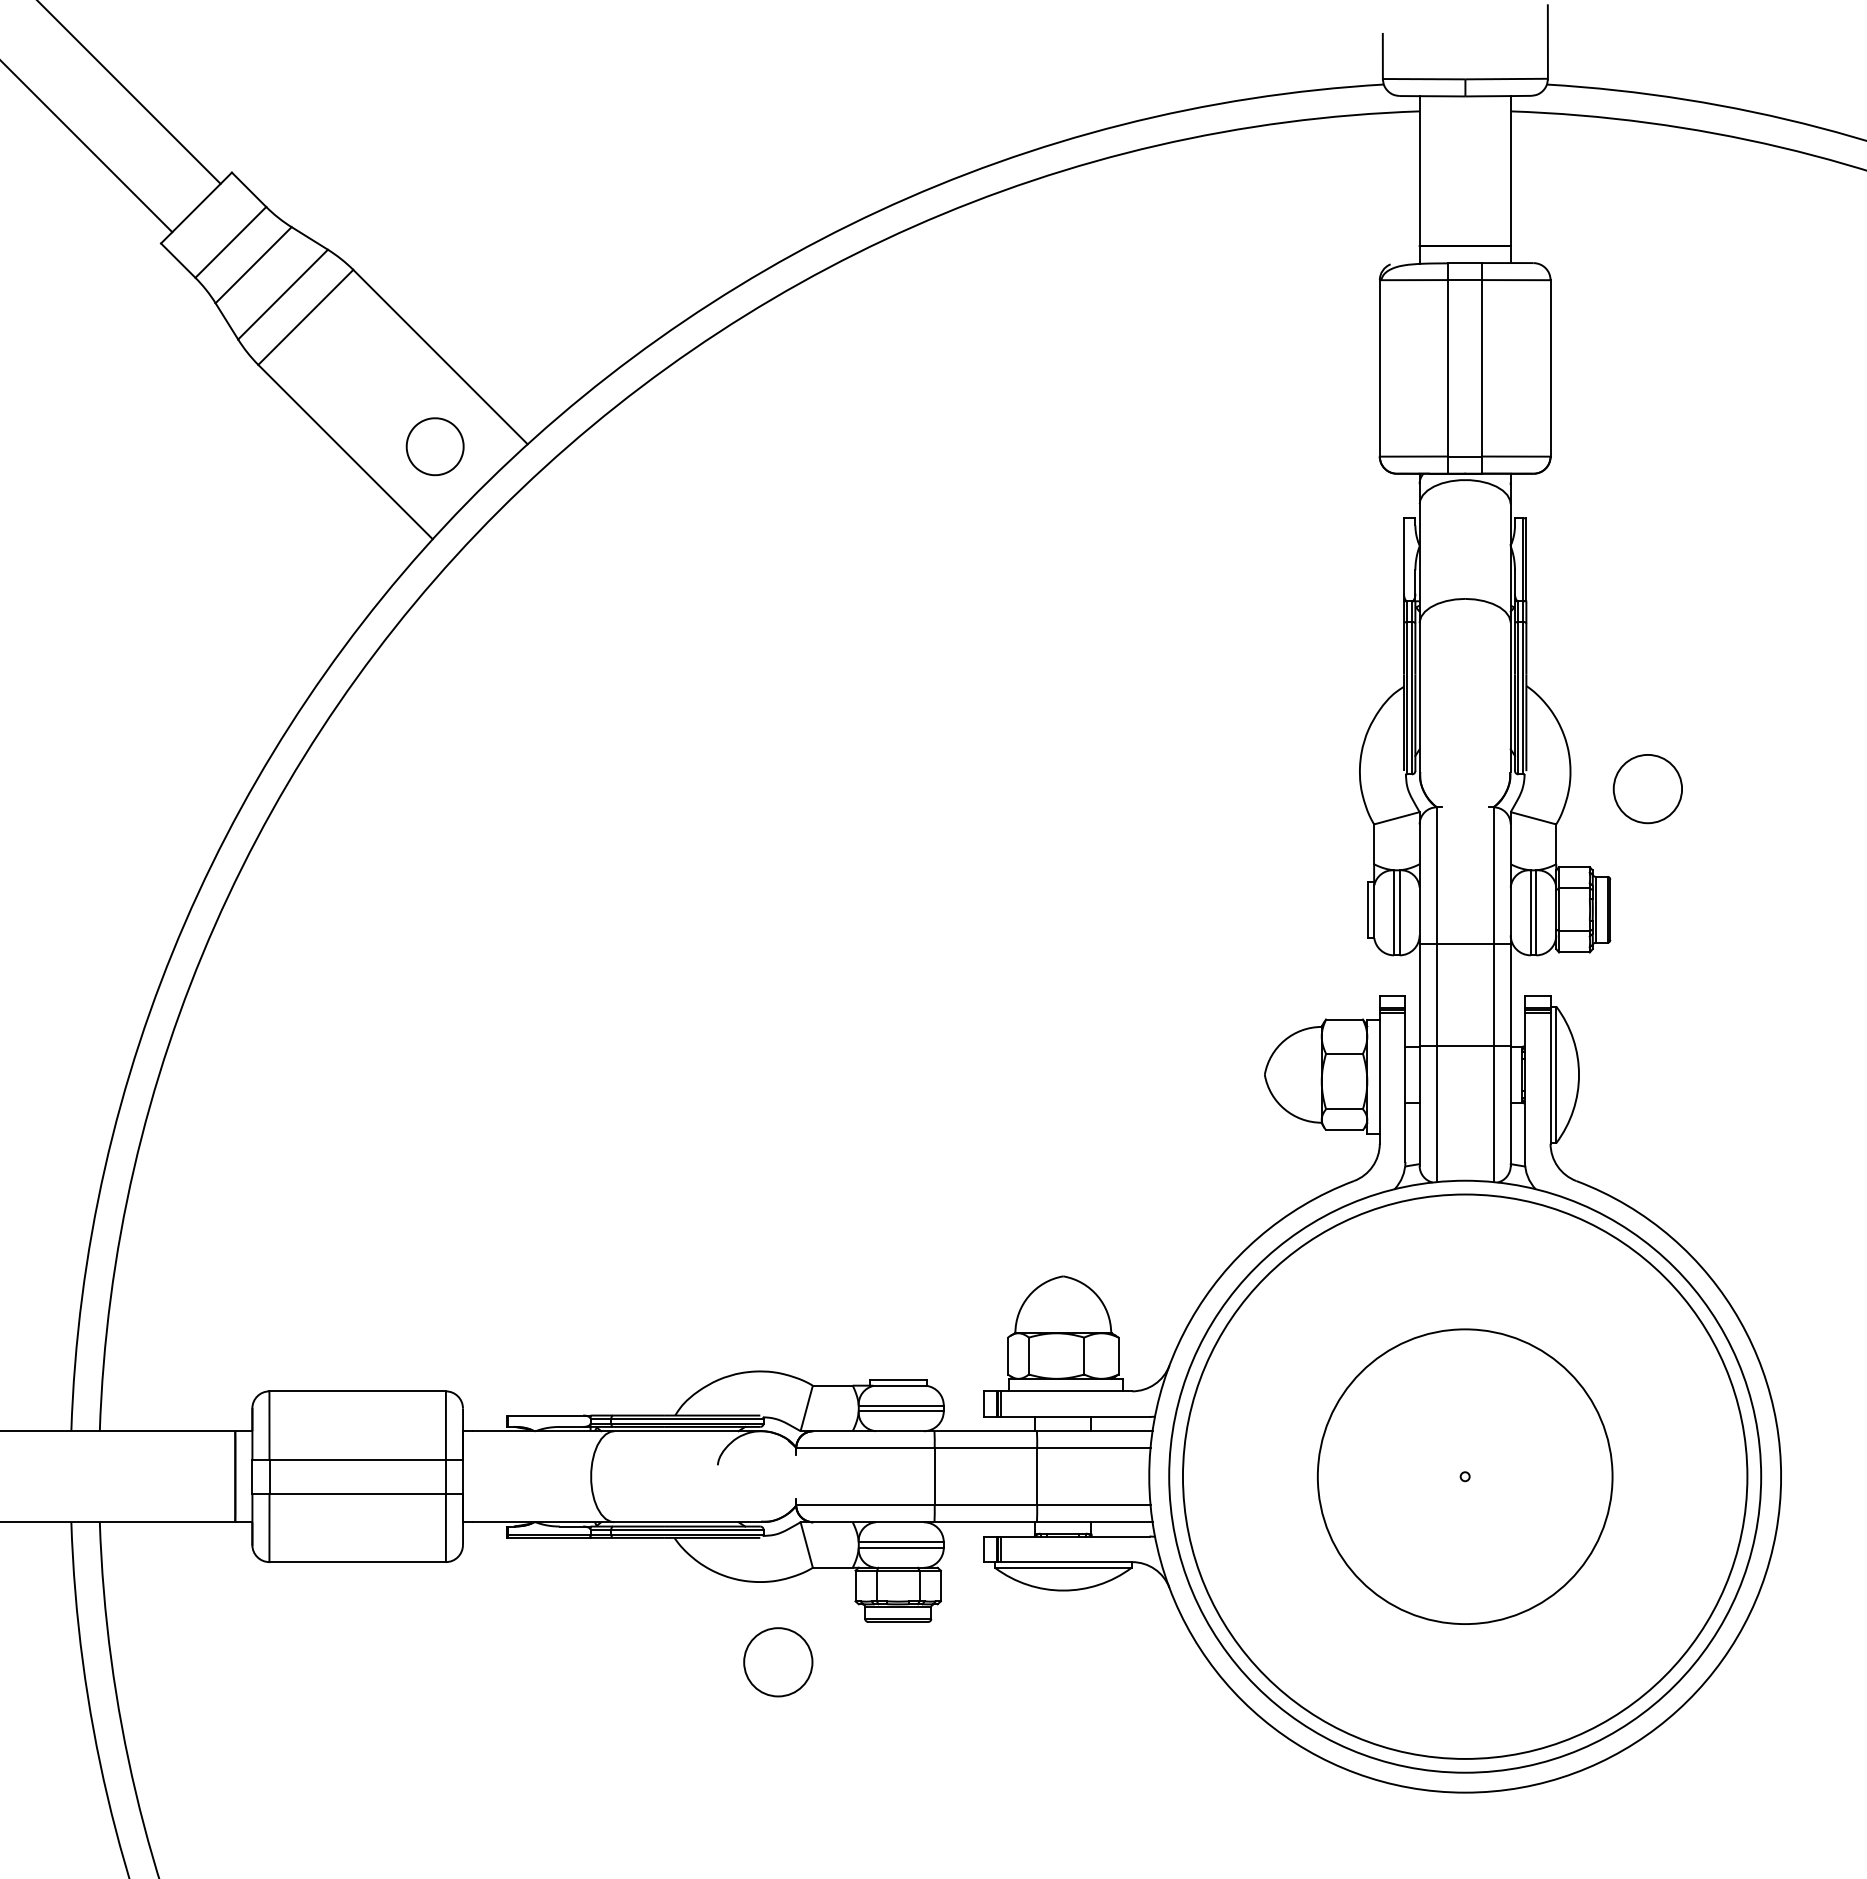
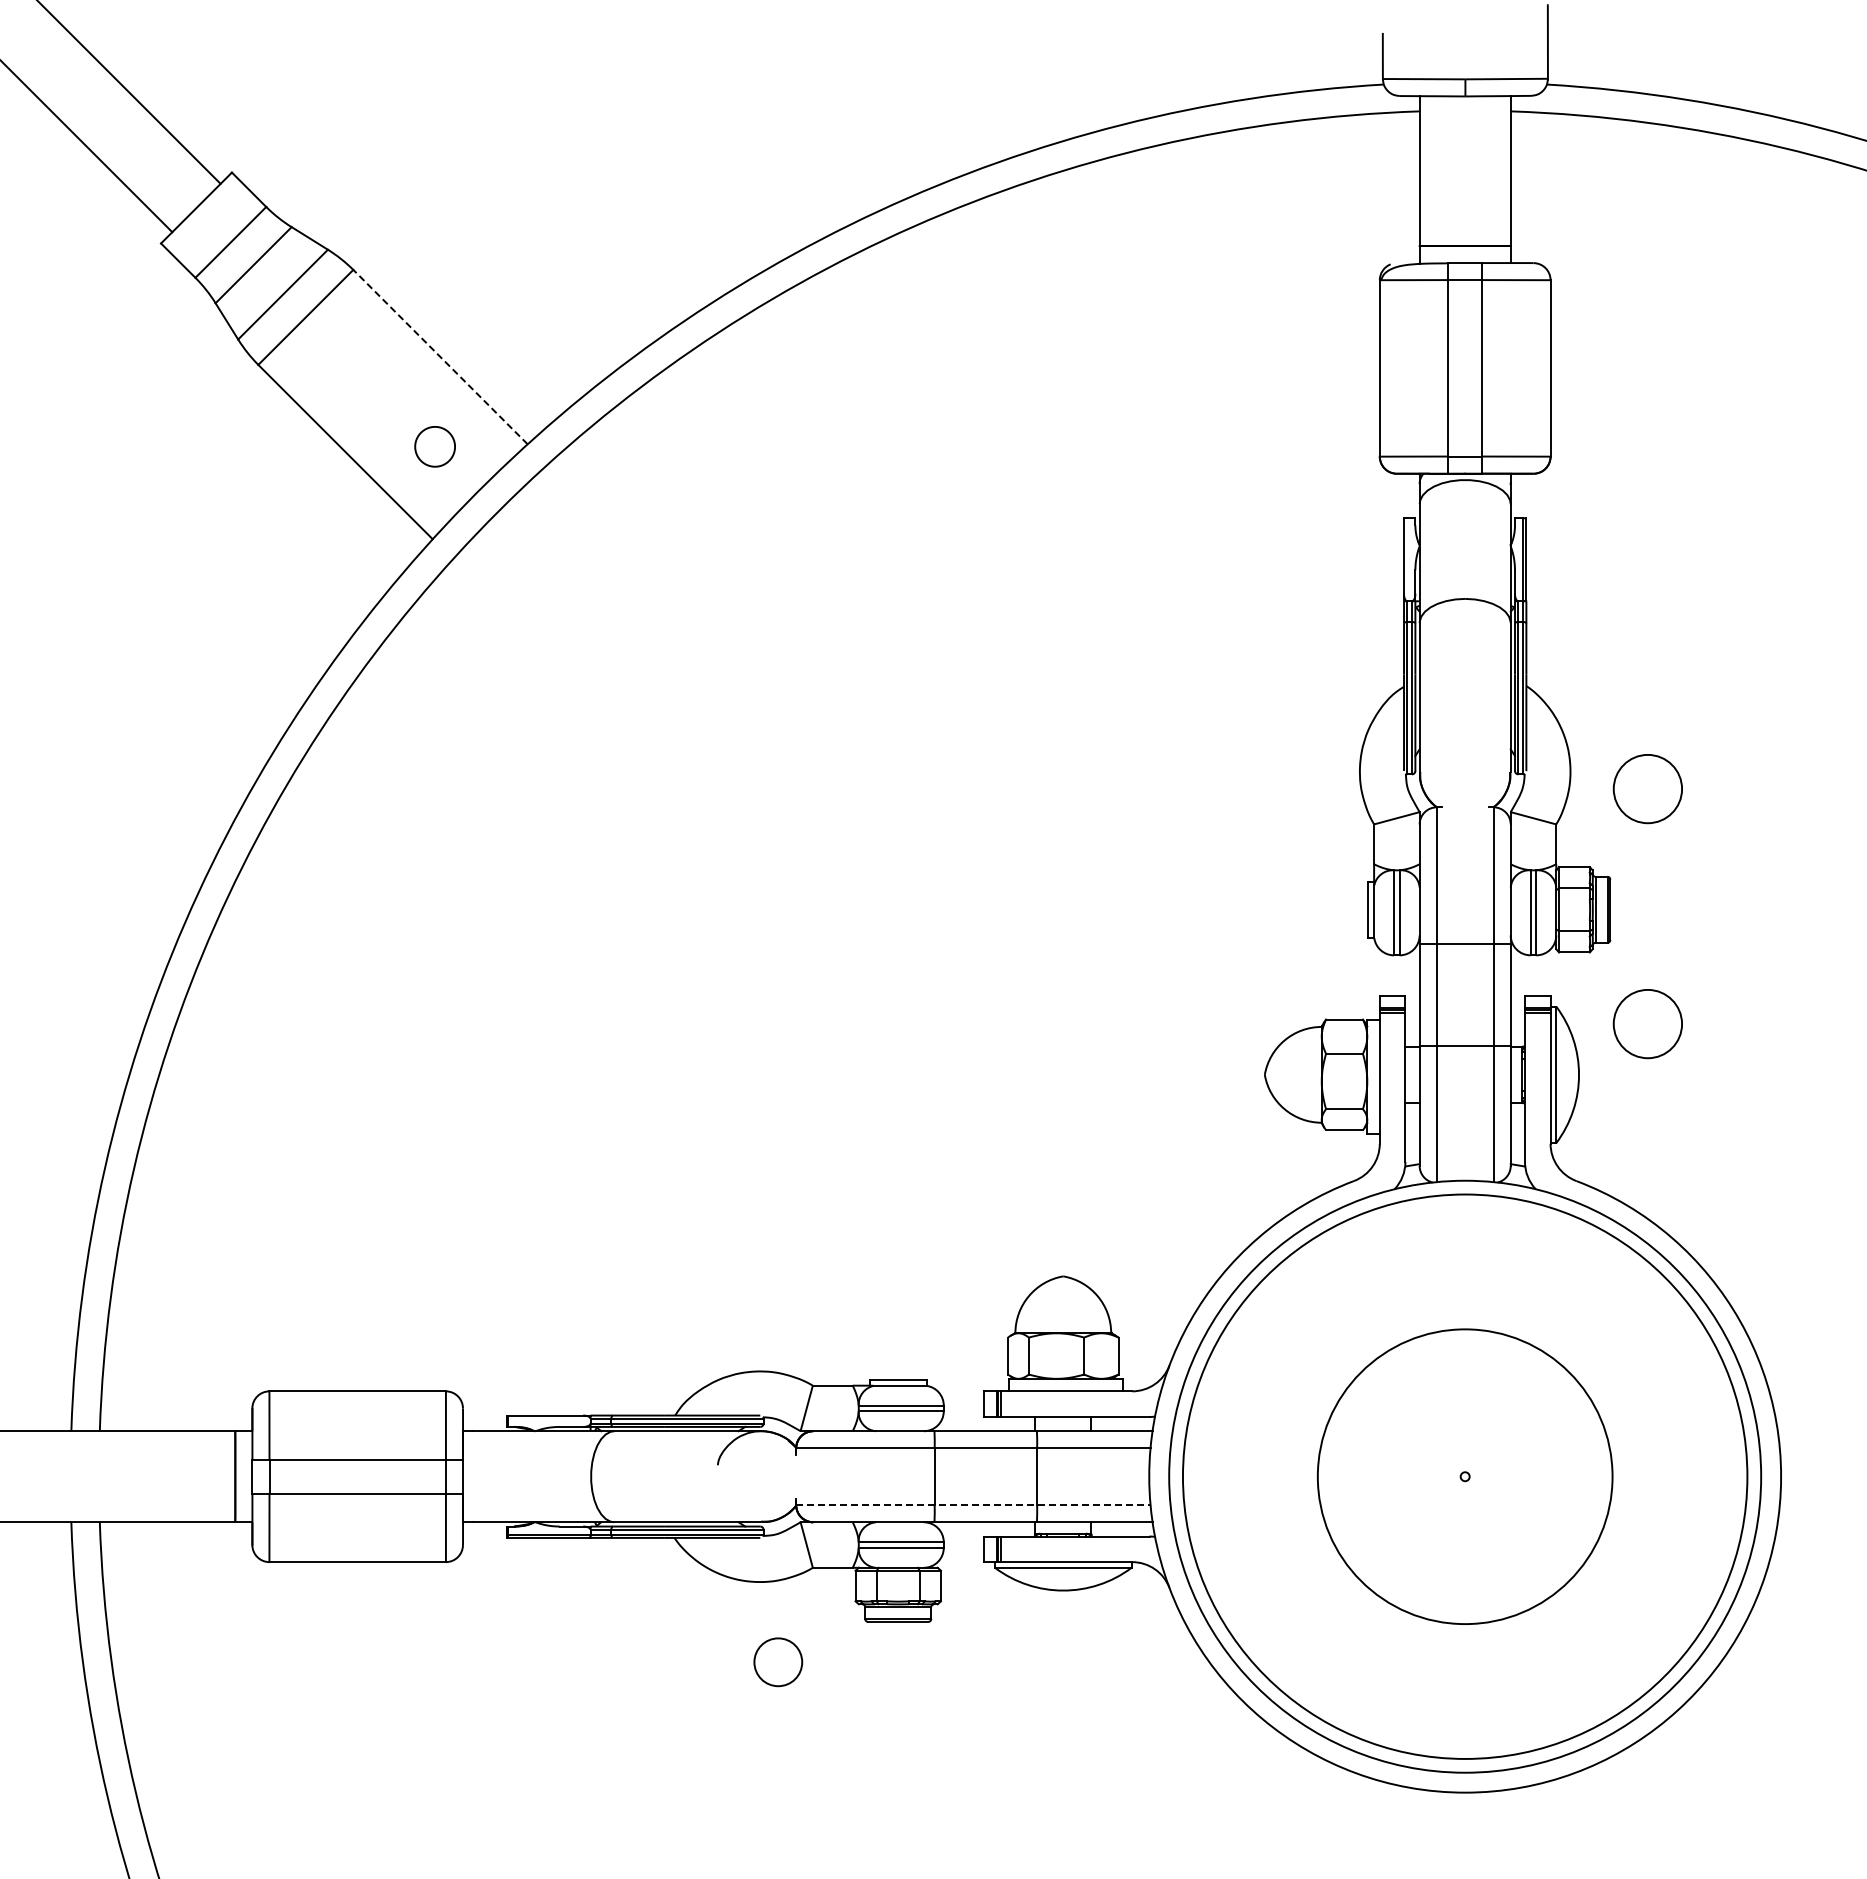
line at (440, 356): solid -> dashed
part at (434, 446) size: 60x60 px -> 42x42 px
circle at (1647, 1024): none -> present
line at (973, 1505): solid -> dashed
circle at (778, 1662) diameter: 68 px -> 48 px
